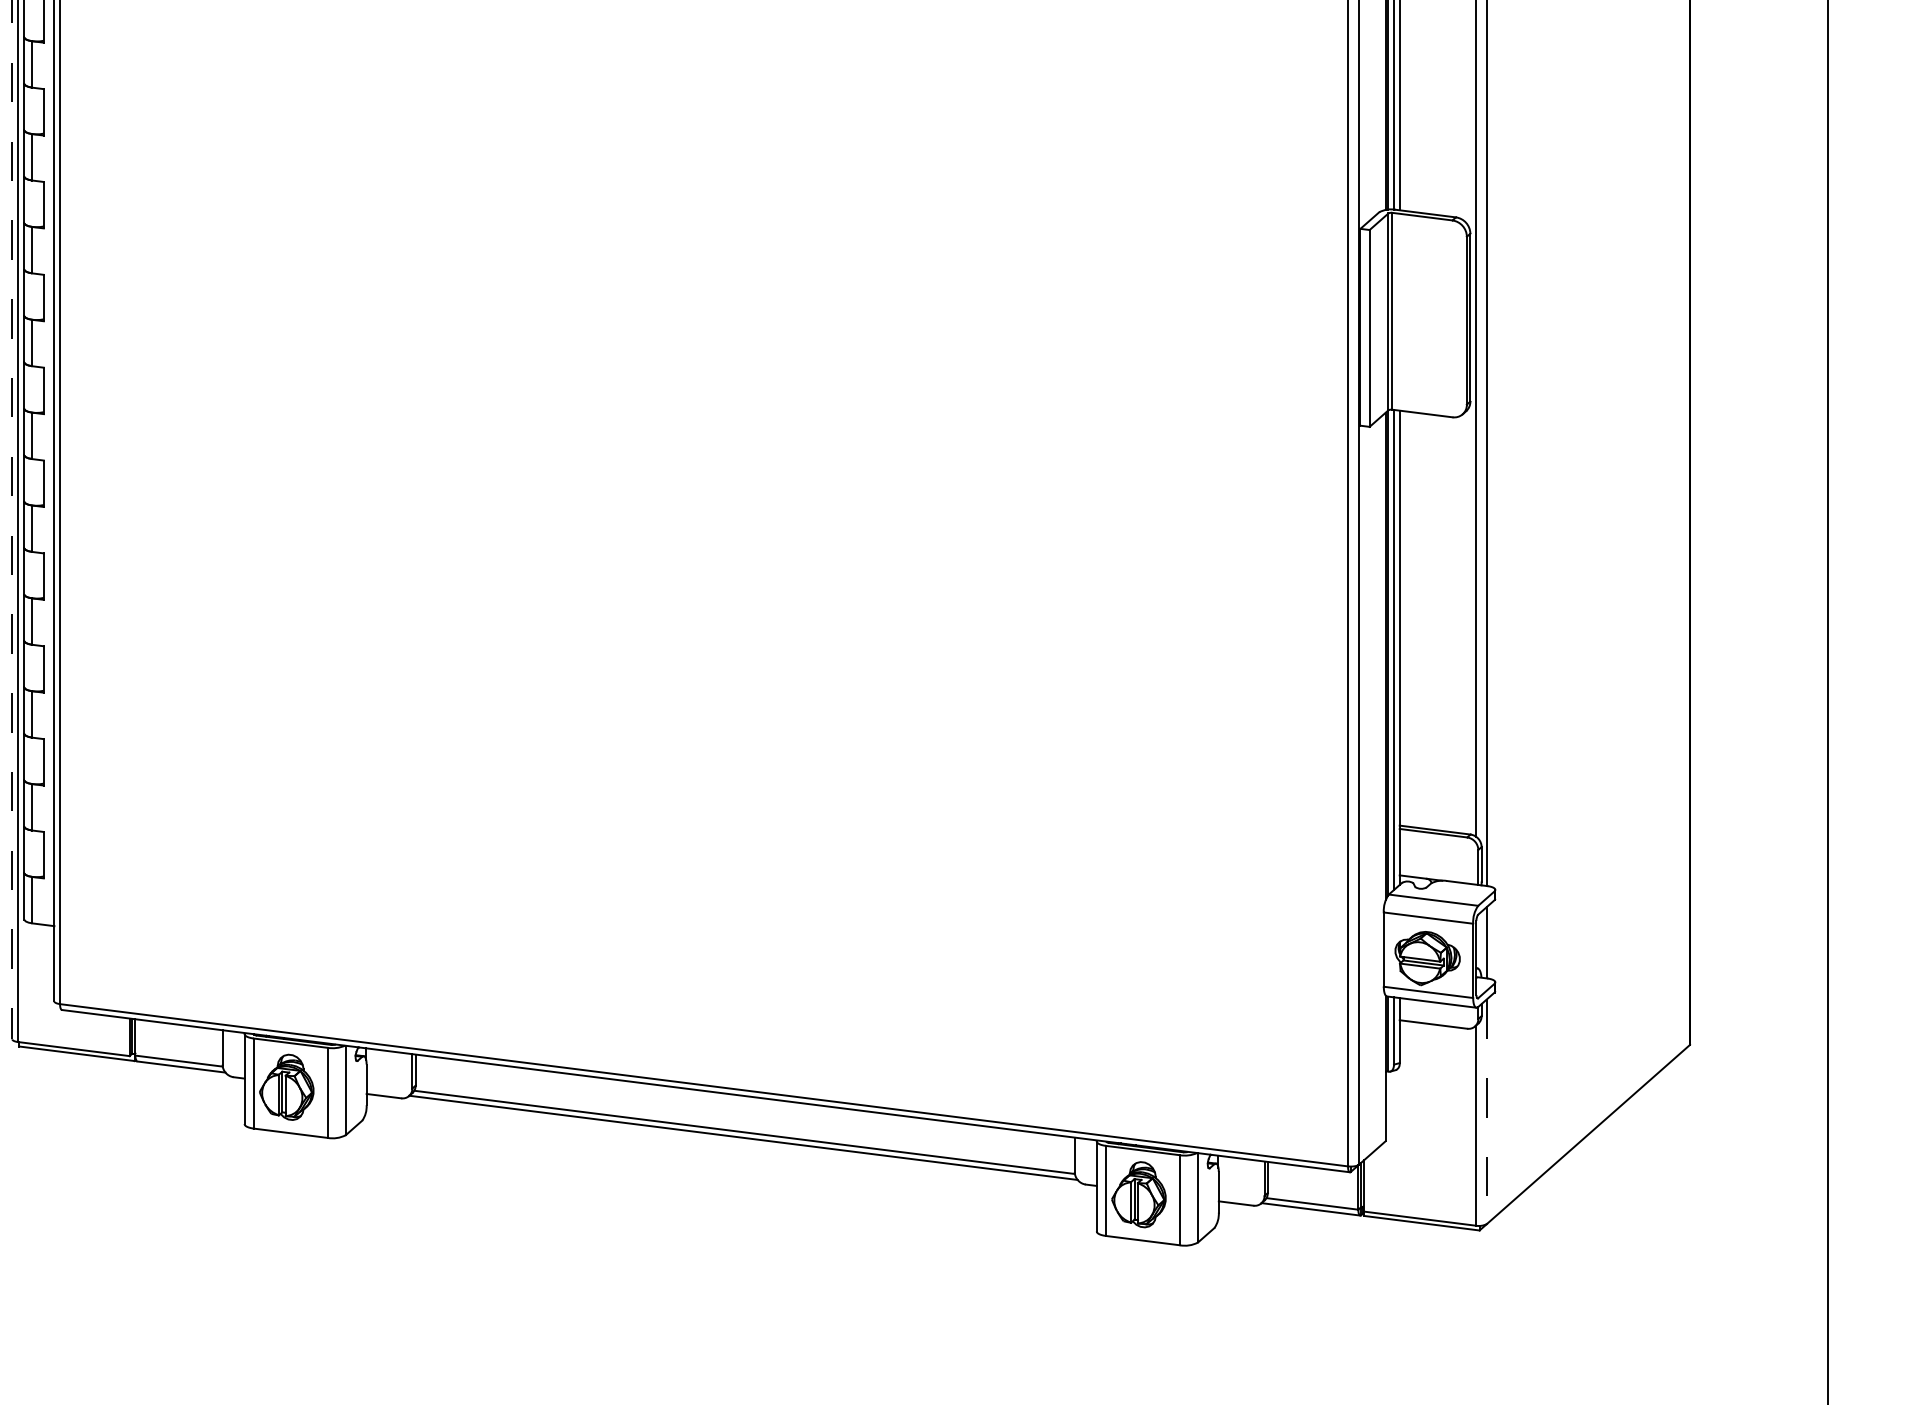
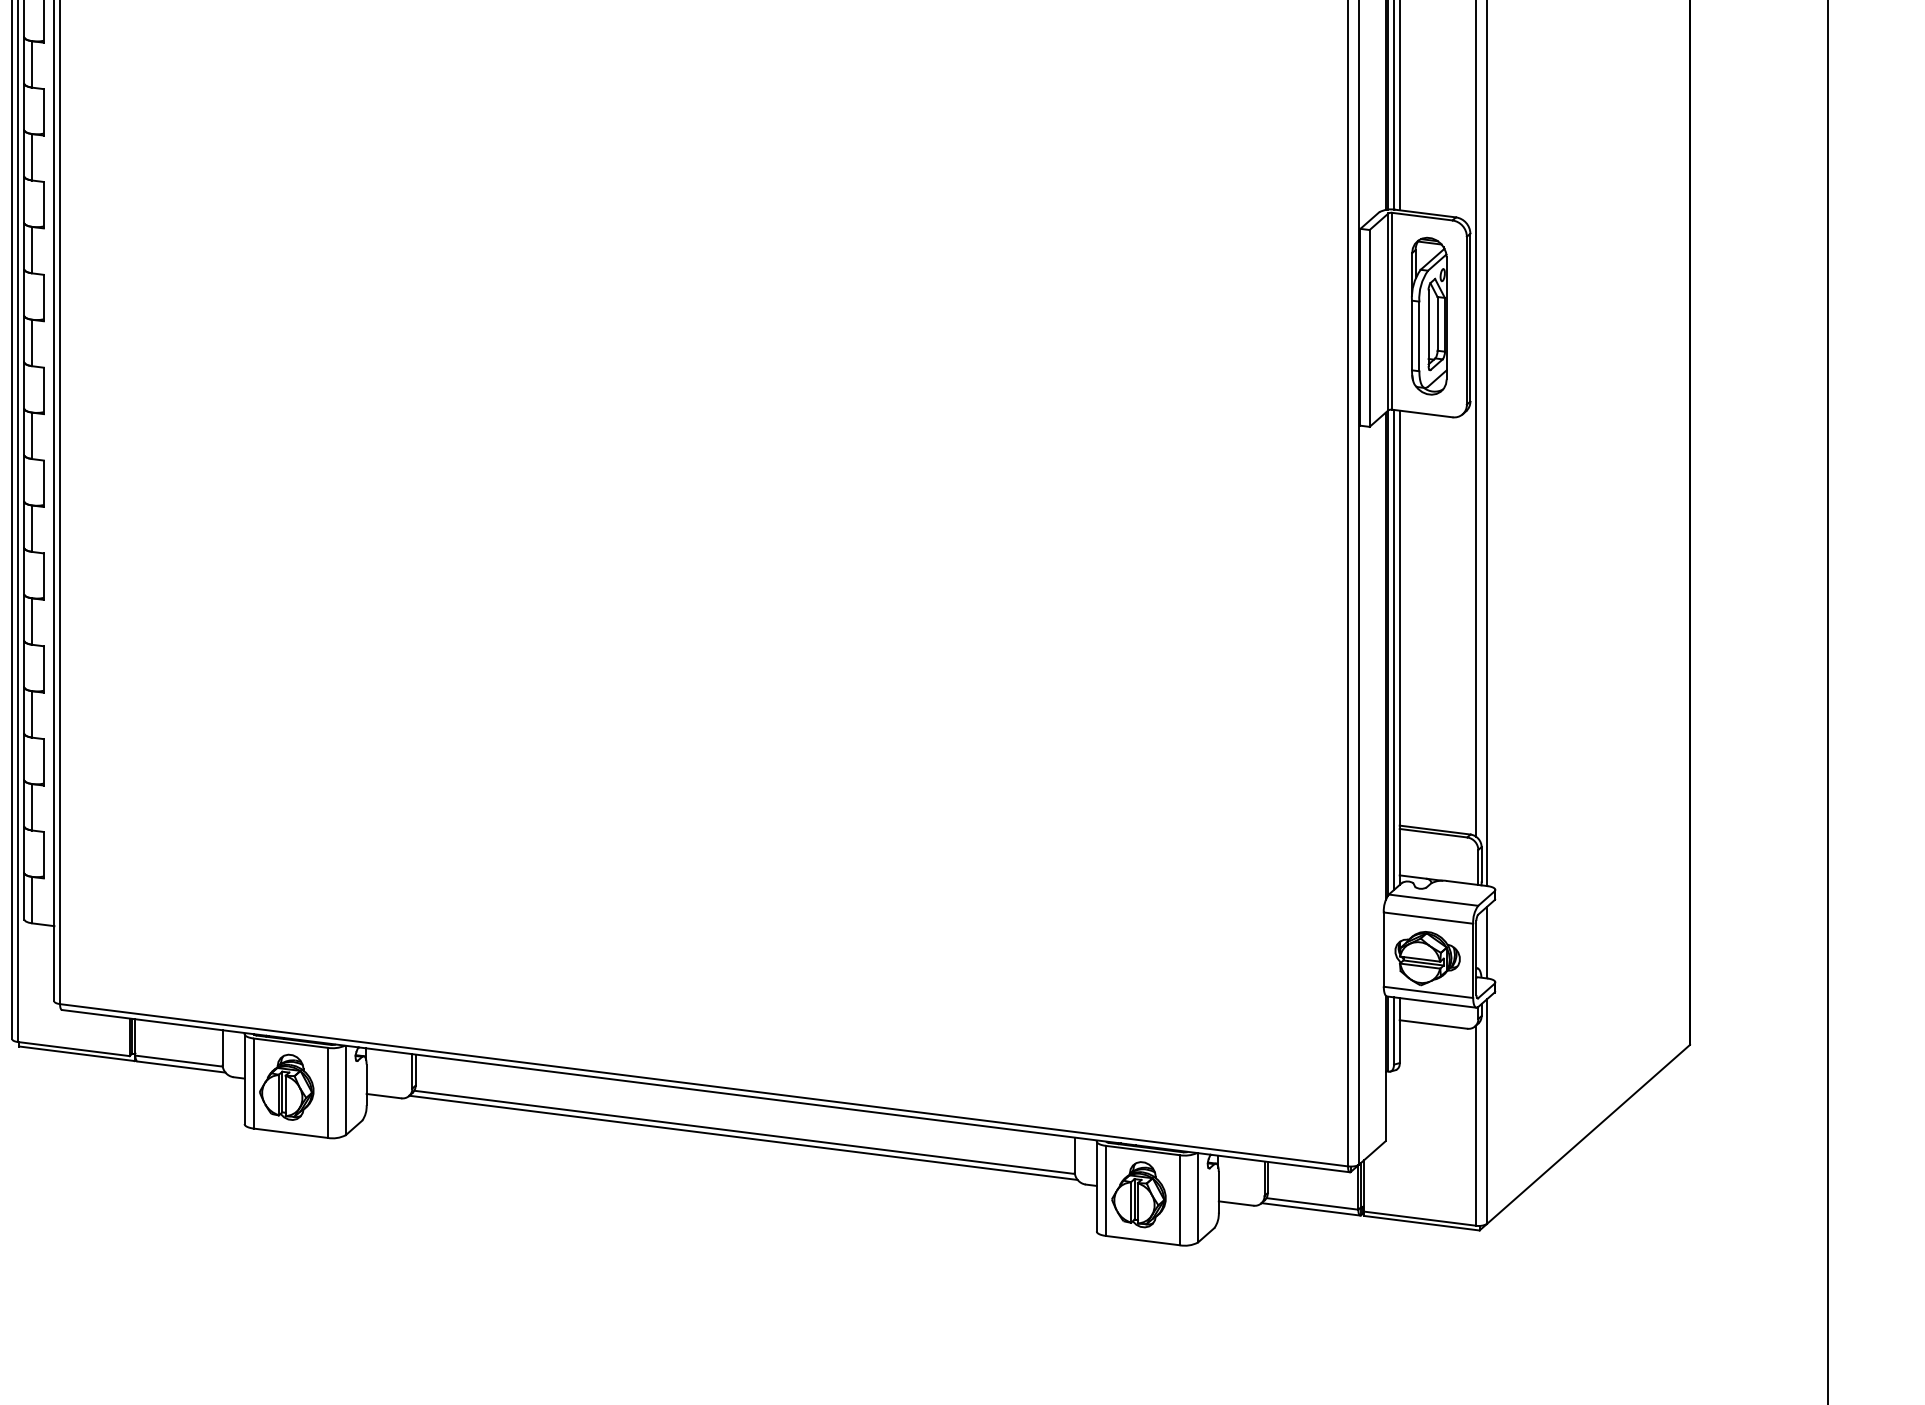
part at (1429, 315): none -> present
line at (12, 520): dashed -> solid
line at (1486, 1112): dashed -> solid
